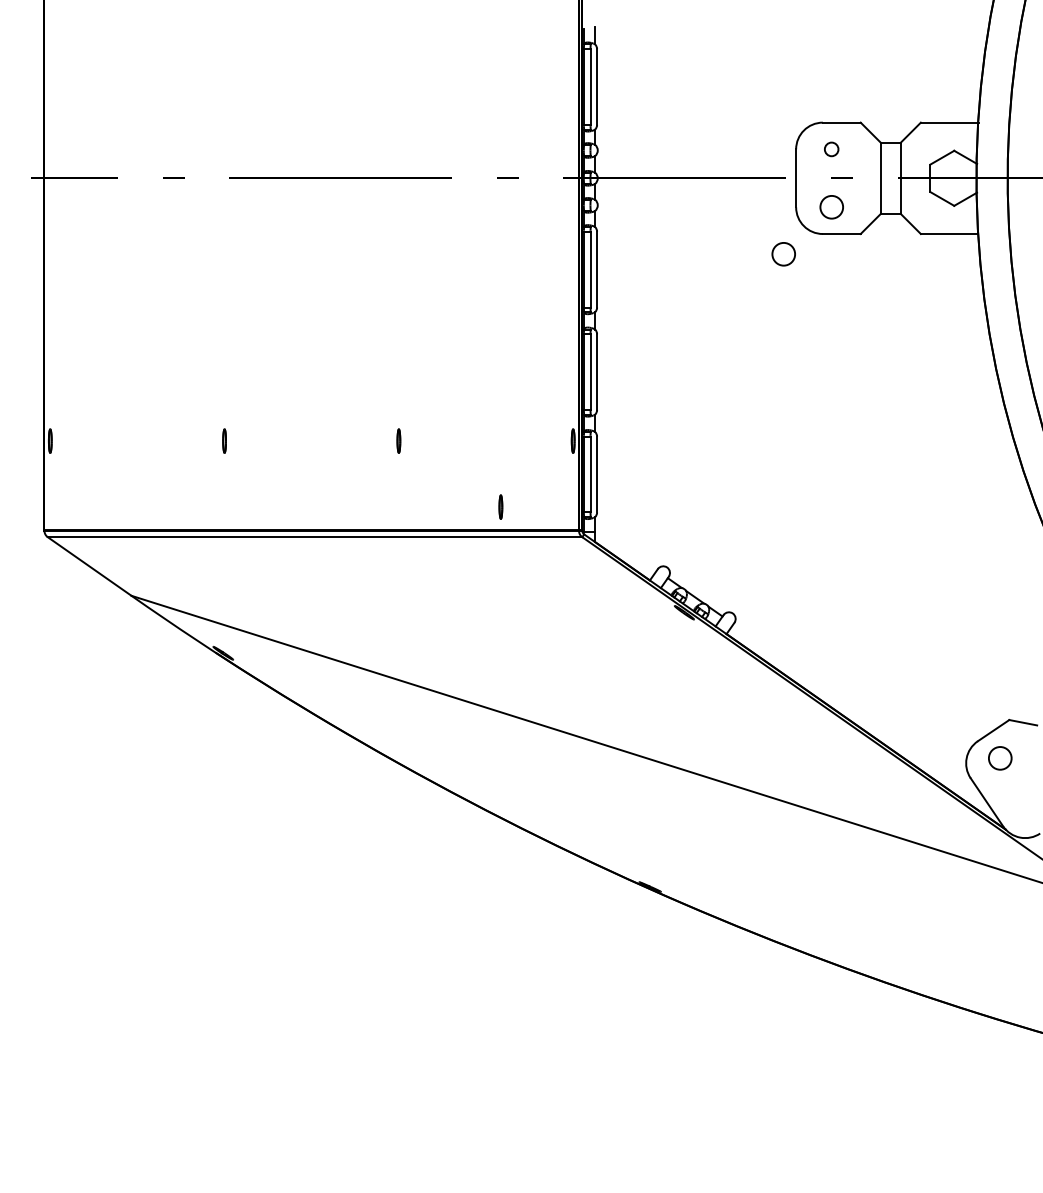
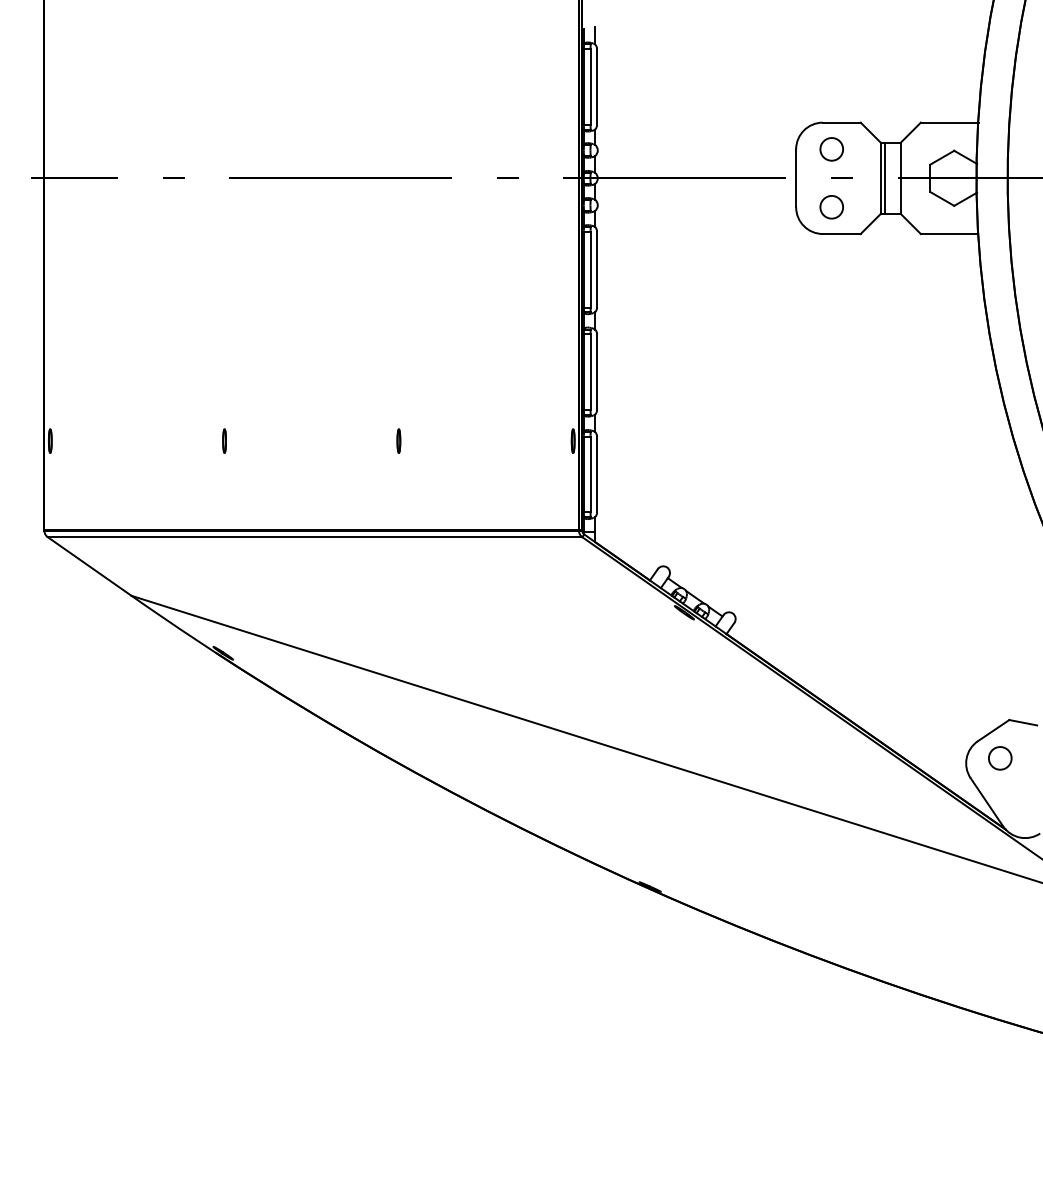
circle at (831, 149) size: 16x17 px -> 25x25 px
line at (885, 177): none -> present
circle at (783, 254): present -> none
part at (500, 506): present -> none
